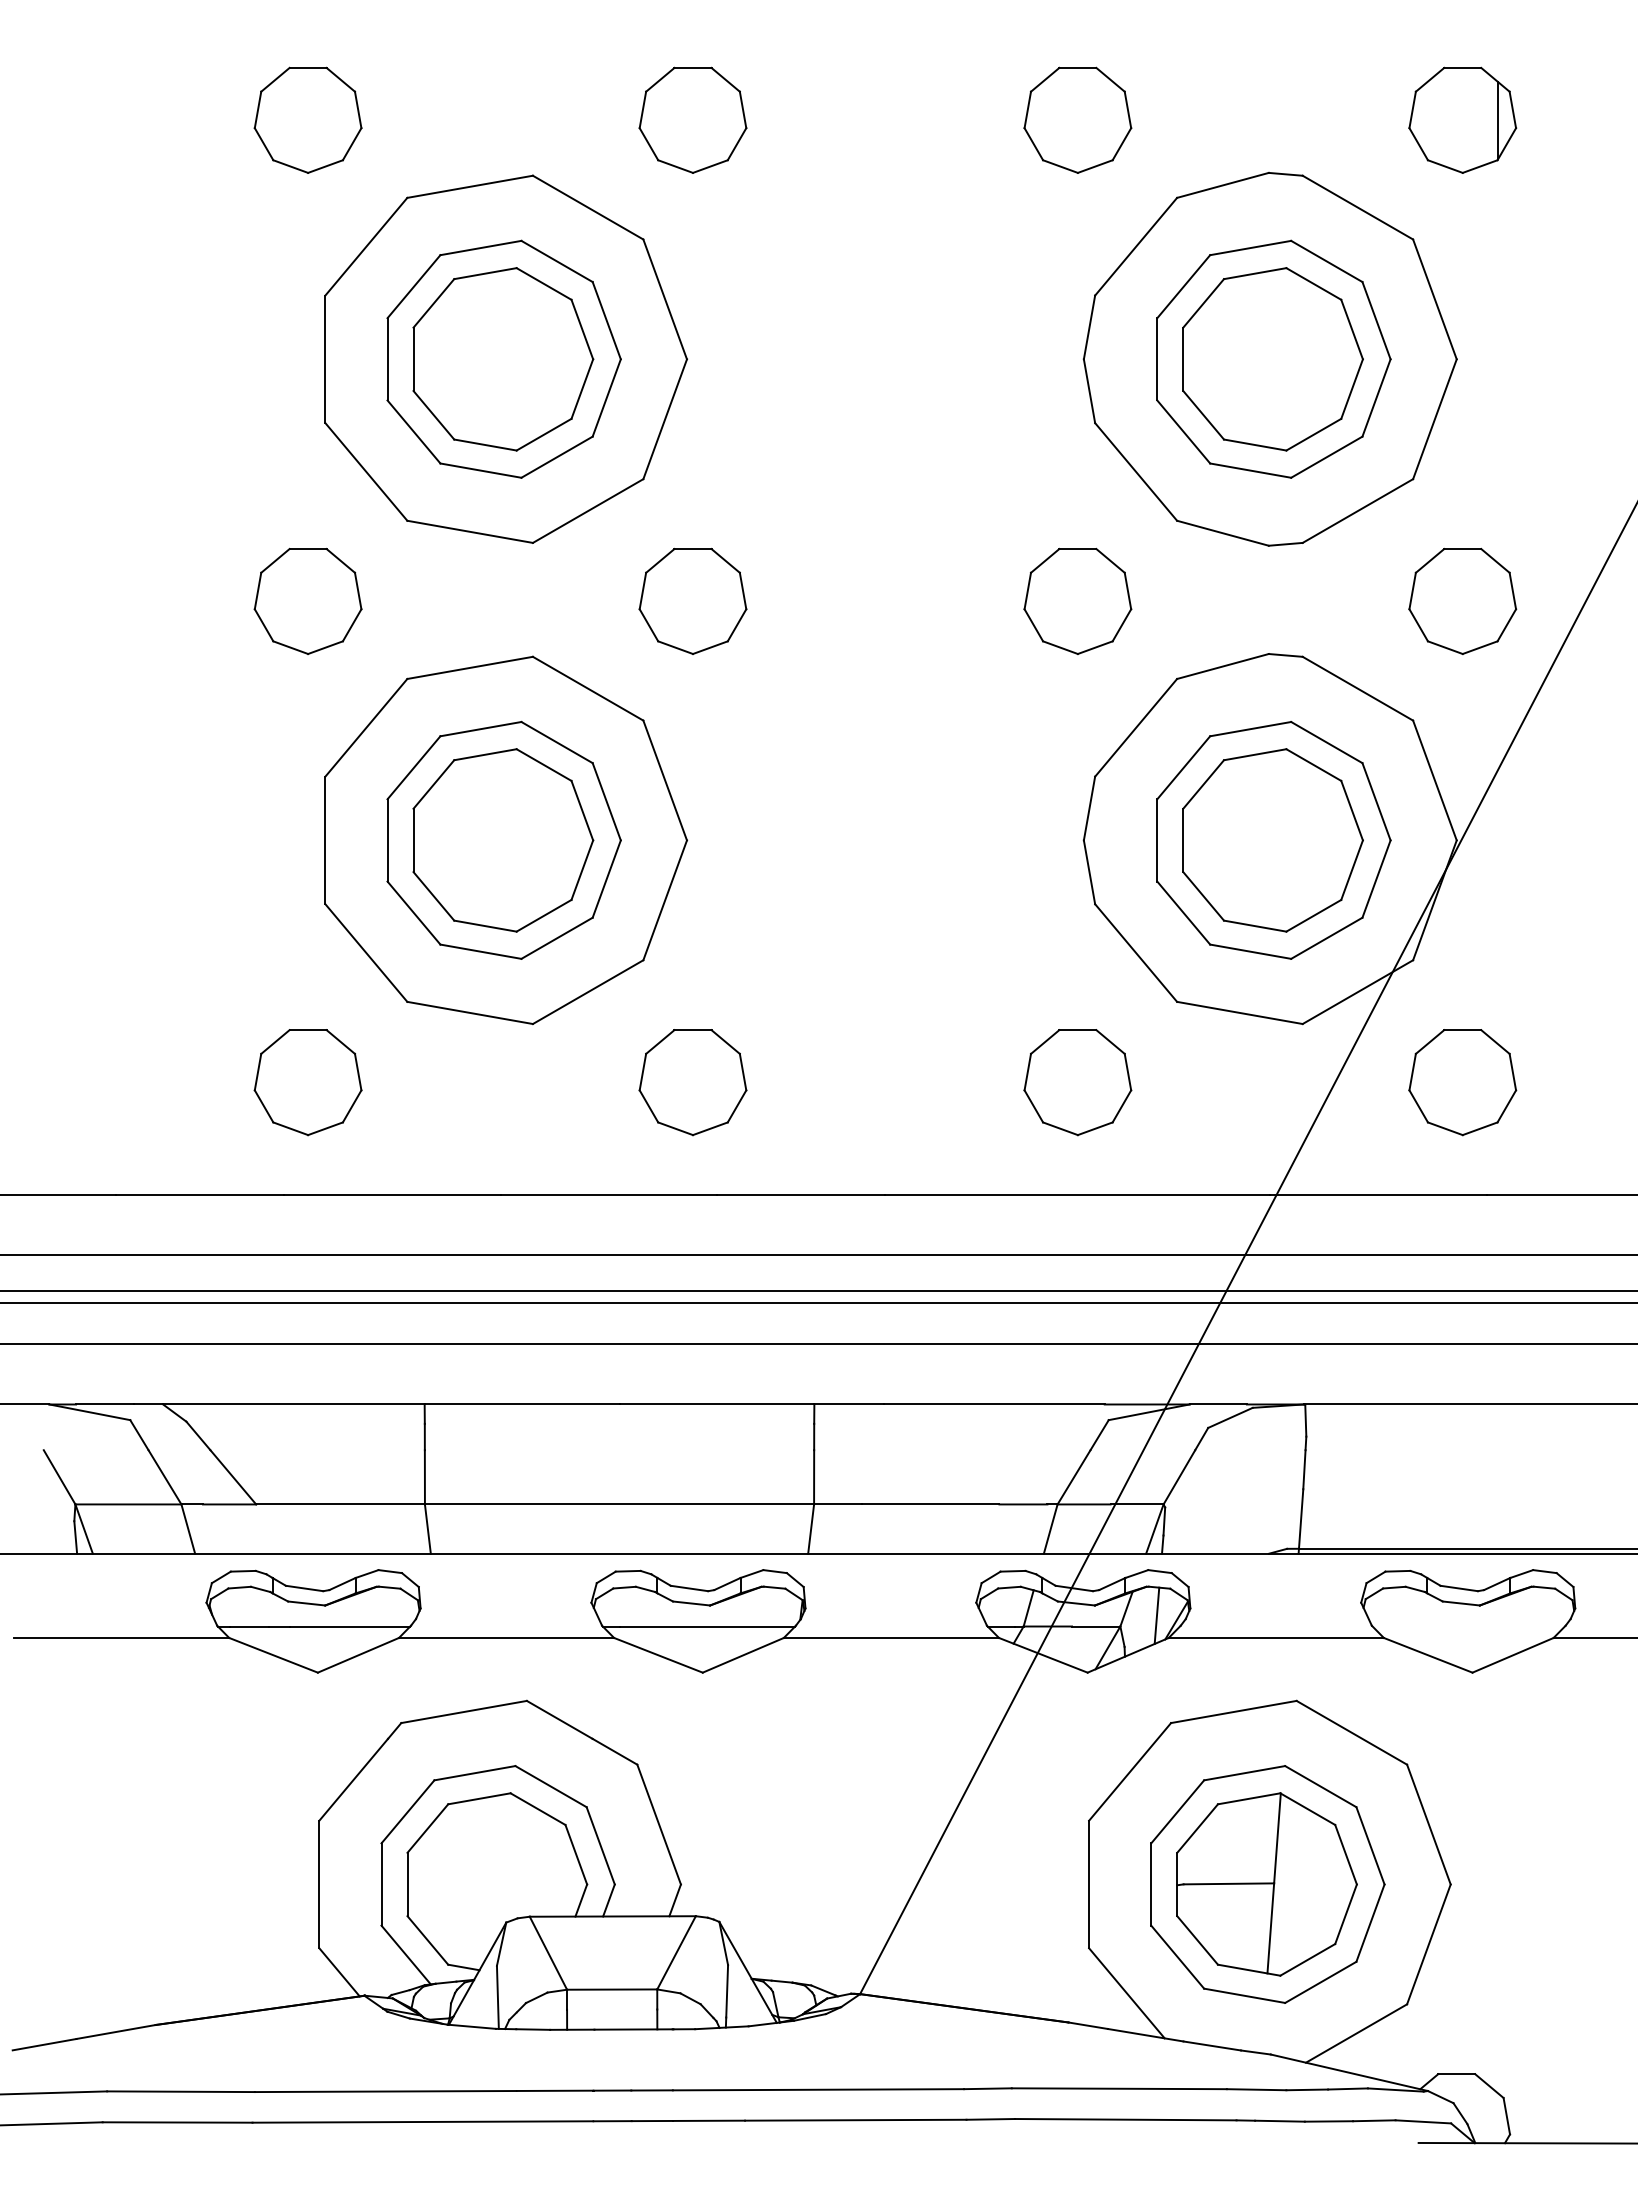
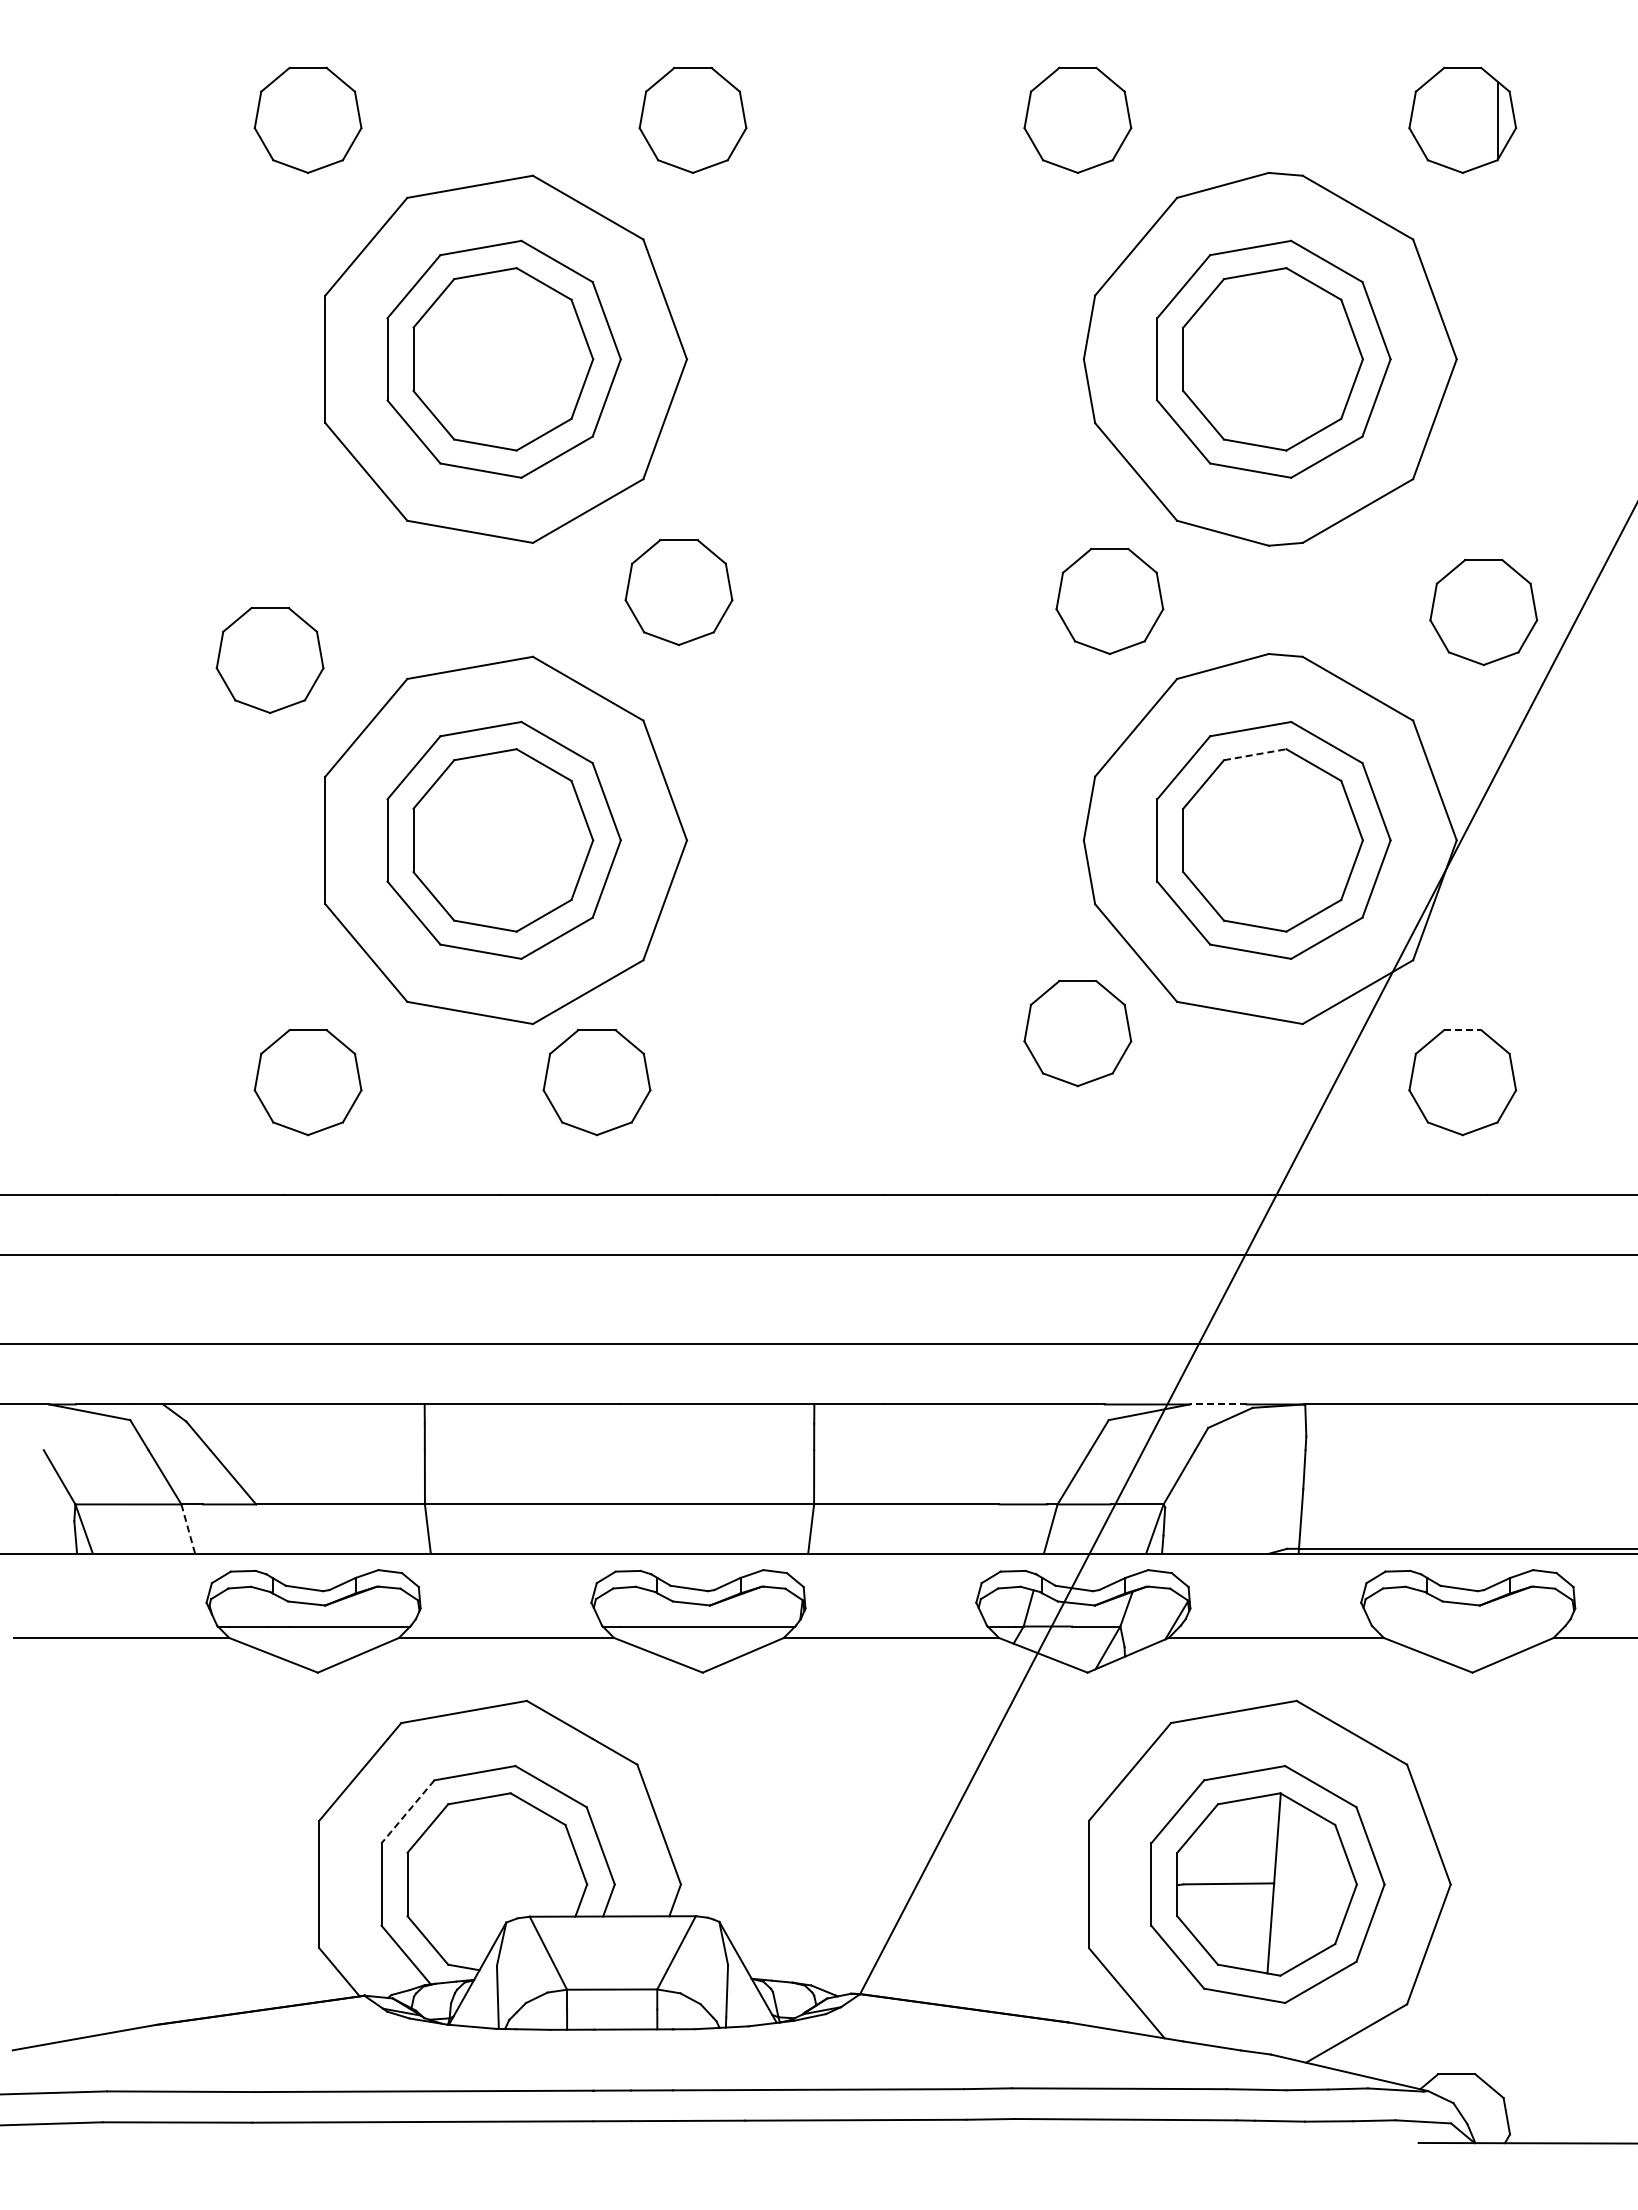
part at (307, 601) position: (307, 601) -> (269, 660)
part at (692, 601) position: (692, 601) -> (678, 592)
part at (1077, 601) position: (1077, 601) -> (1109, 601)
part at (1462, 601) position: (1462, 601) -> (1483, 612)
line at (1255, 754): solid -> dashed
line at (1462, 1030): solid -> dashed
part at (692, 1082) position: (692, 1082) -> (596, 1082)
part at (1077, 1082) position: (1077, 1082) -> (1077, 1033)
line at (818, 1291): present -> none
line at (818, 1303): present -> none
line at (1218, 1404): solid -> dashed
line at (188, 1529): solid -> dashed
line at (1156, 1615): present -> none
line at (407, 1812): solid -> dashed
